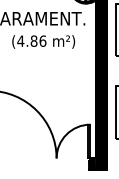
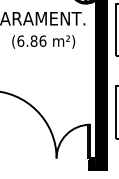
text at (20, 40): (4.86 -> (6.86
